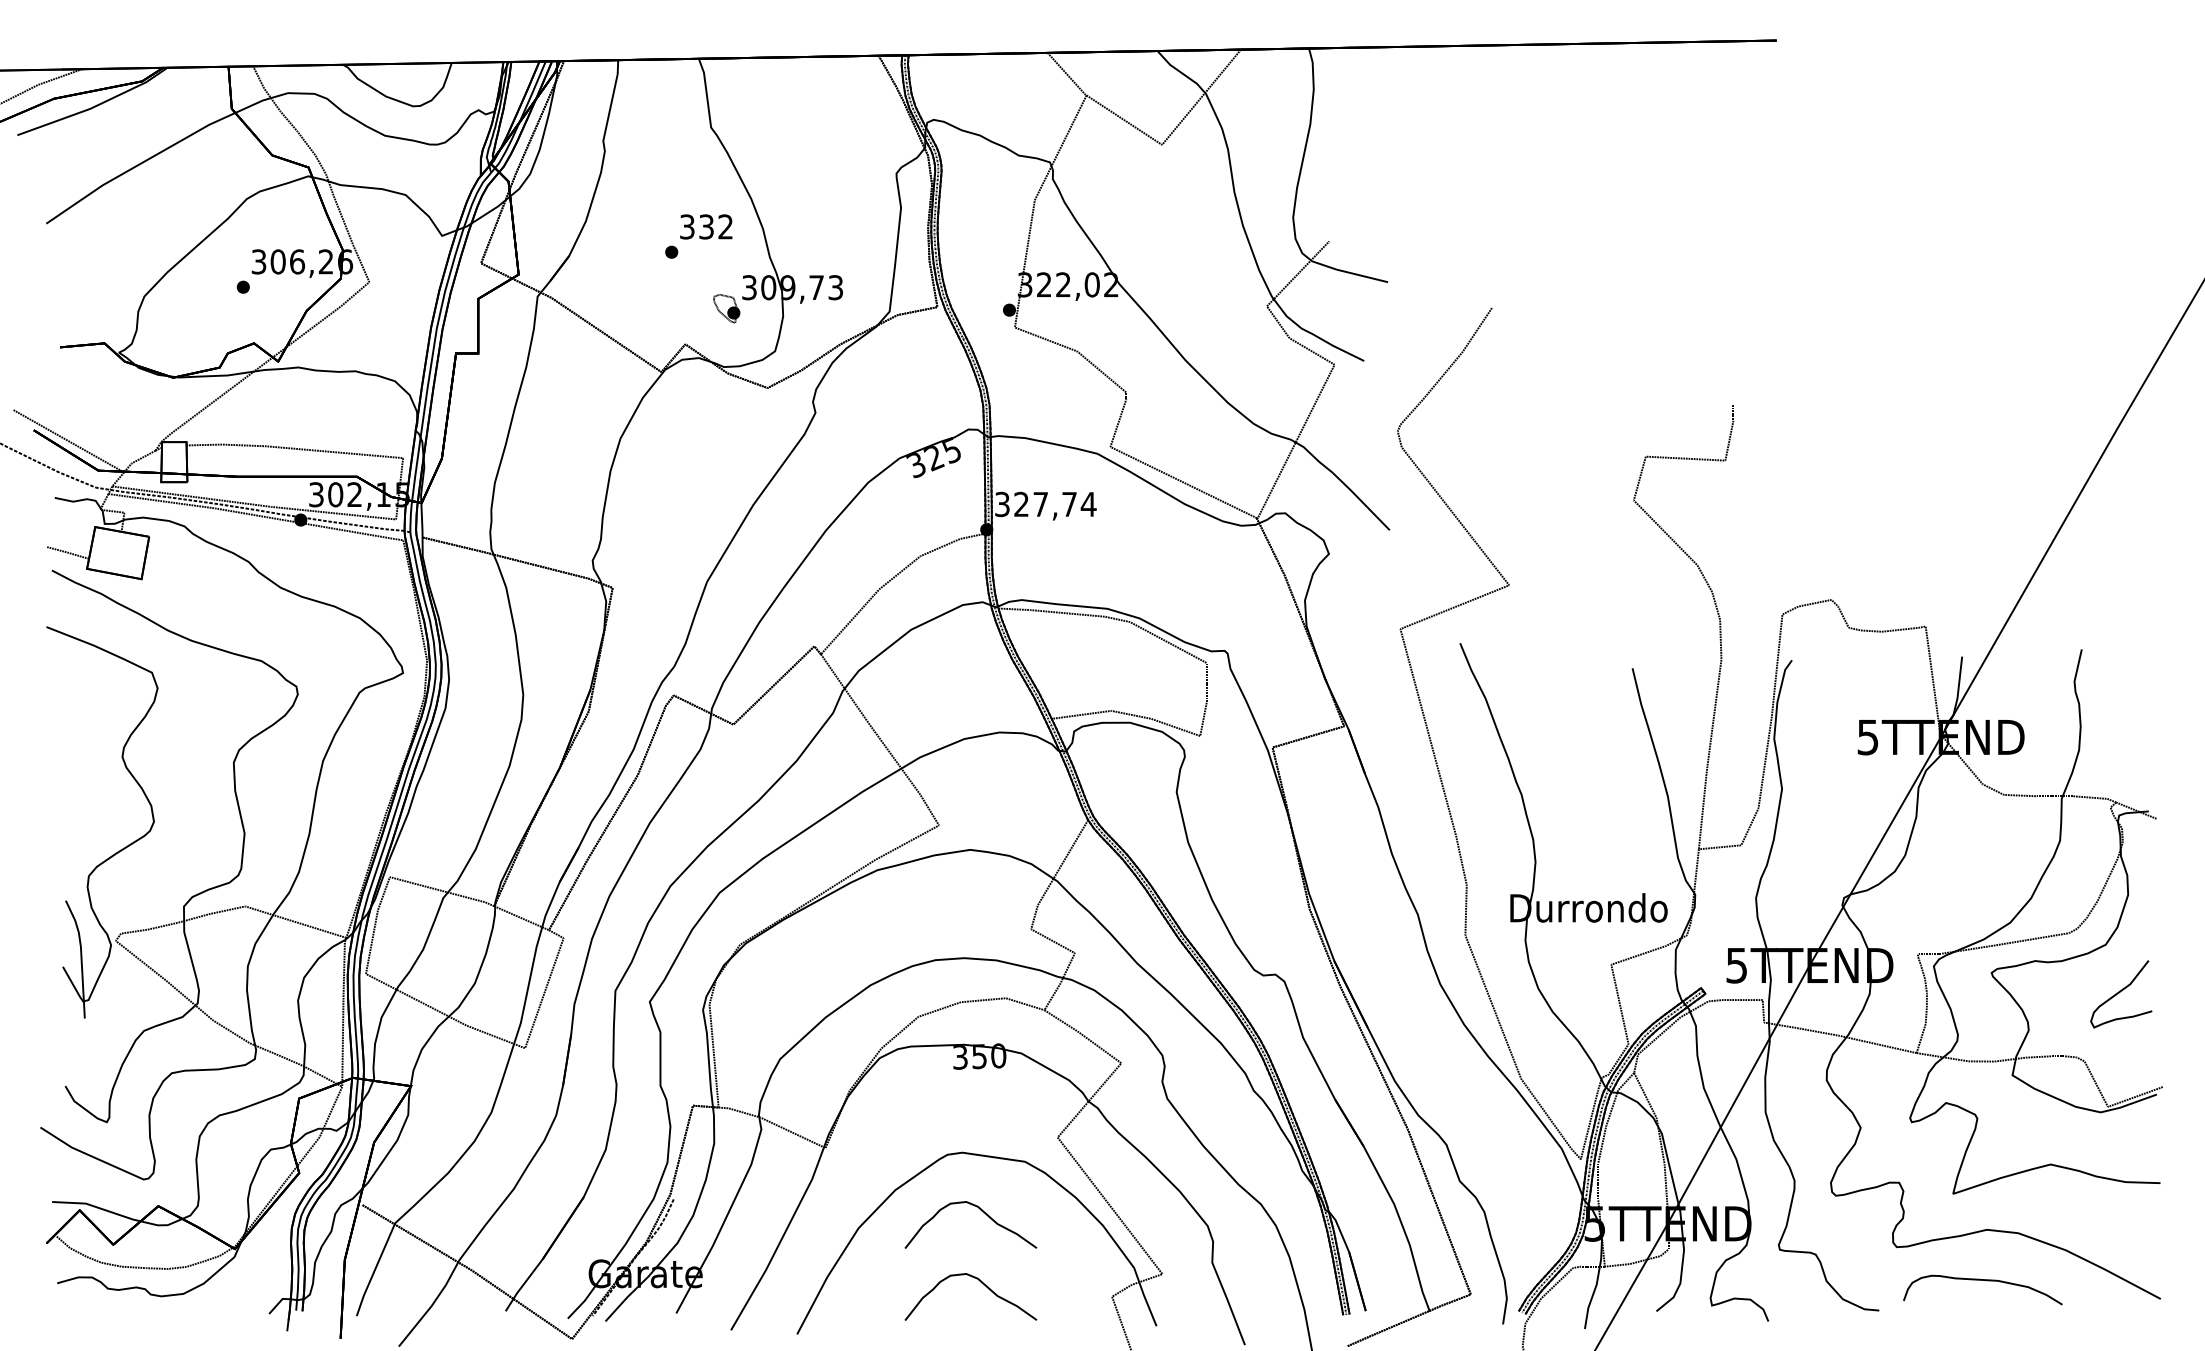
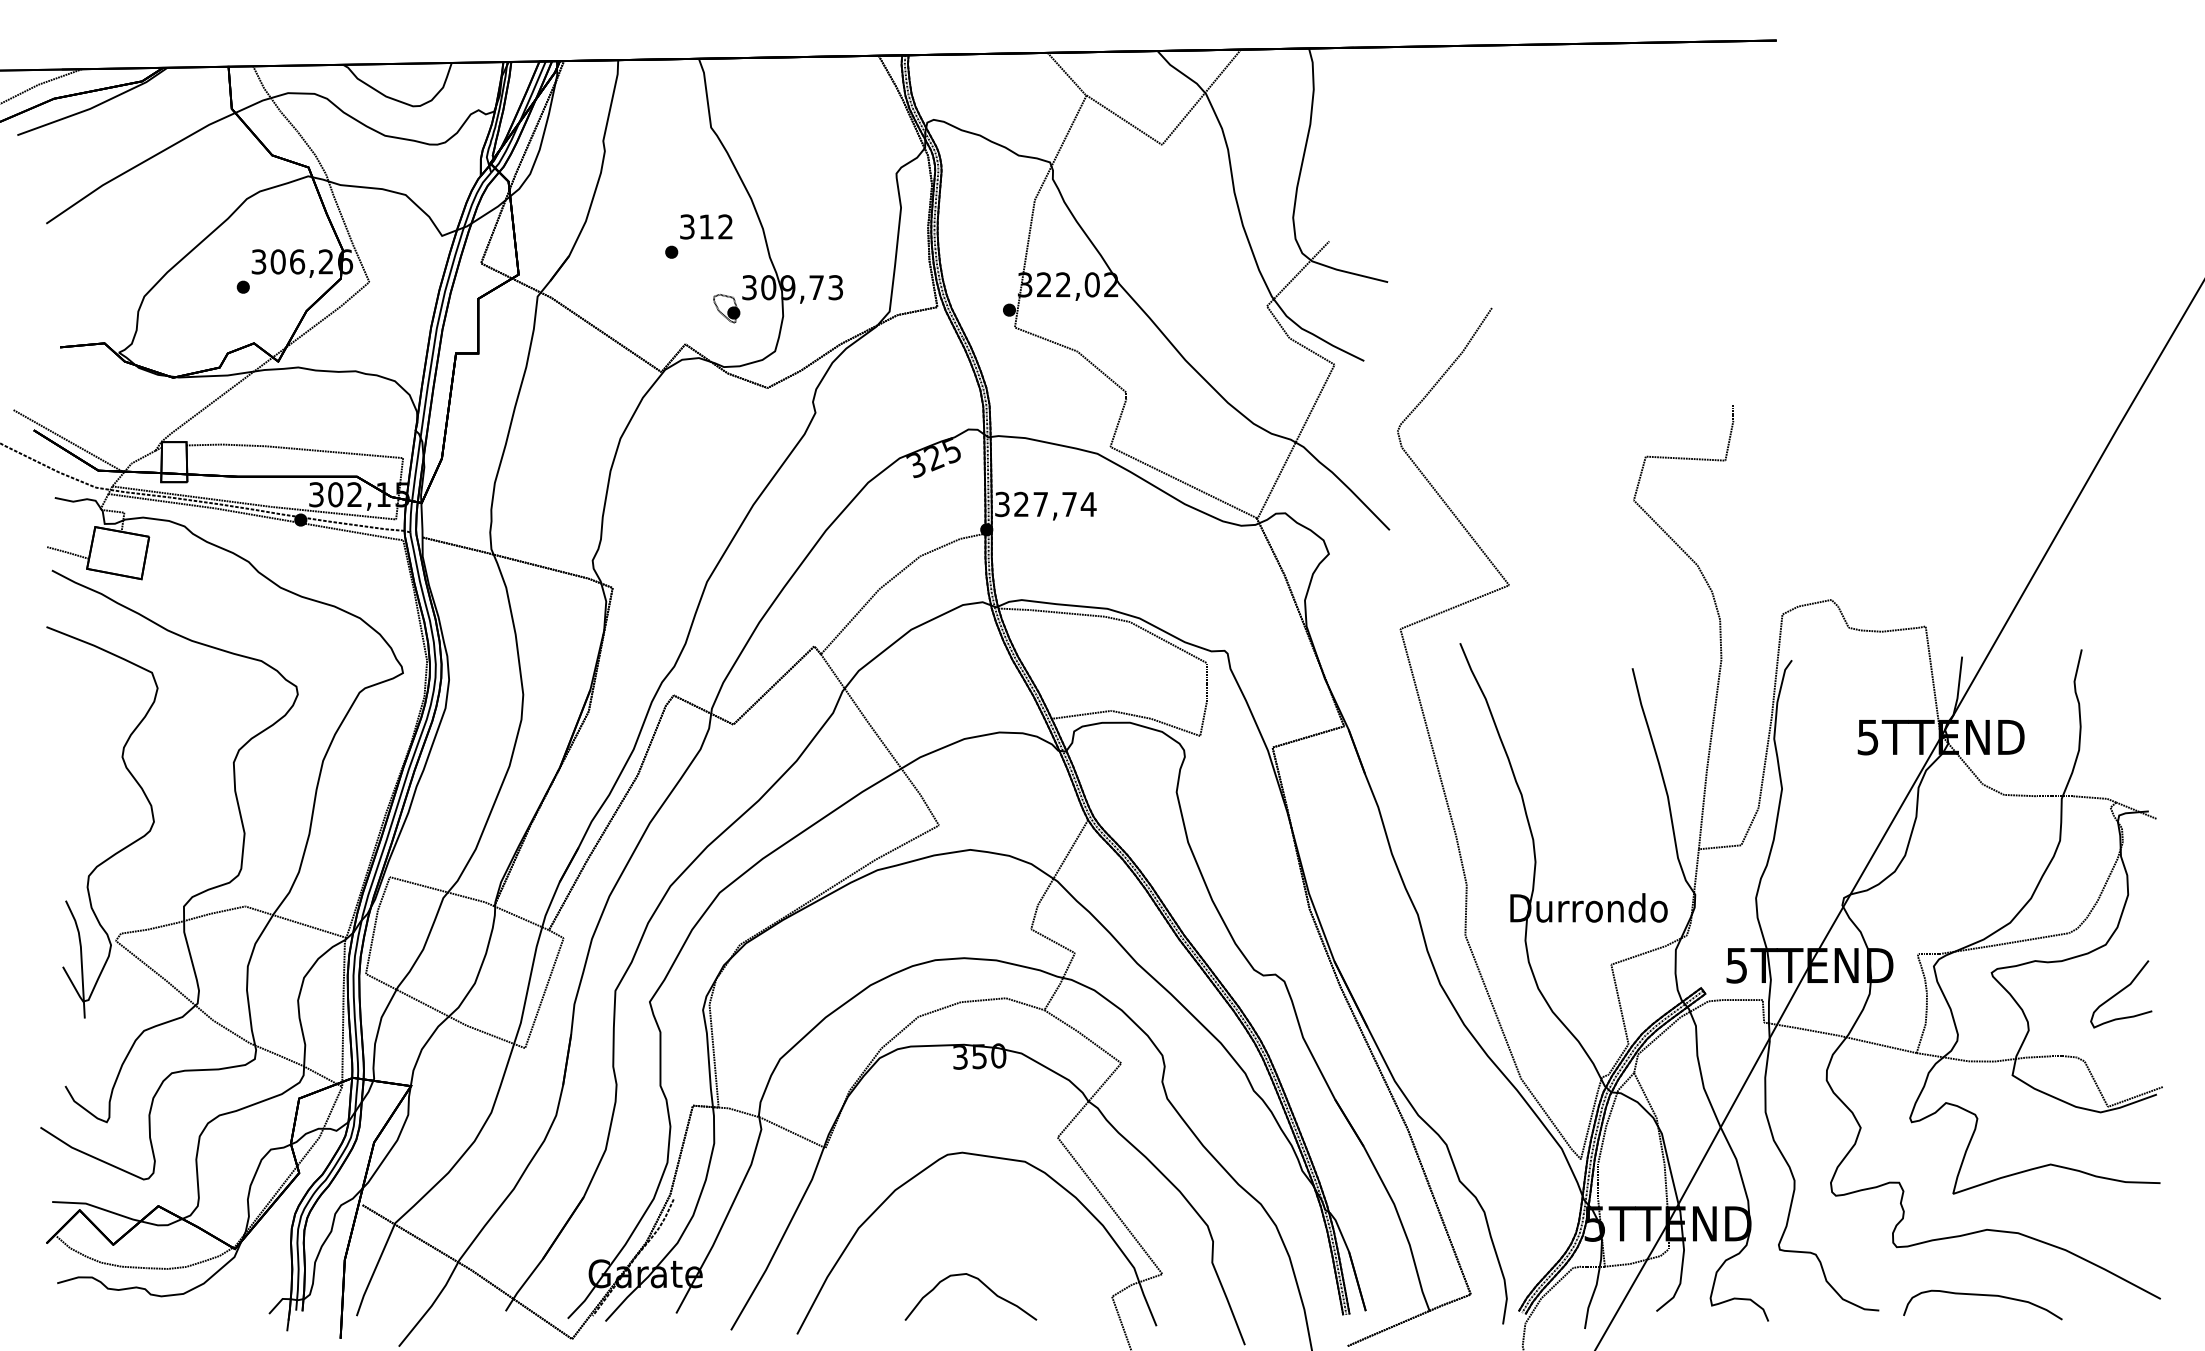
text at (706, 226): 332 -> 312
curve at (982, 1212): present -> none
curve at (1986, 1281) position: (1986, 1281) -> (1986, 1296)
